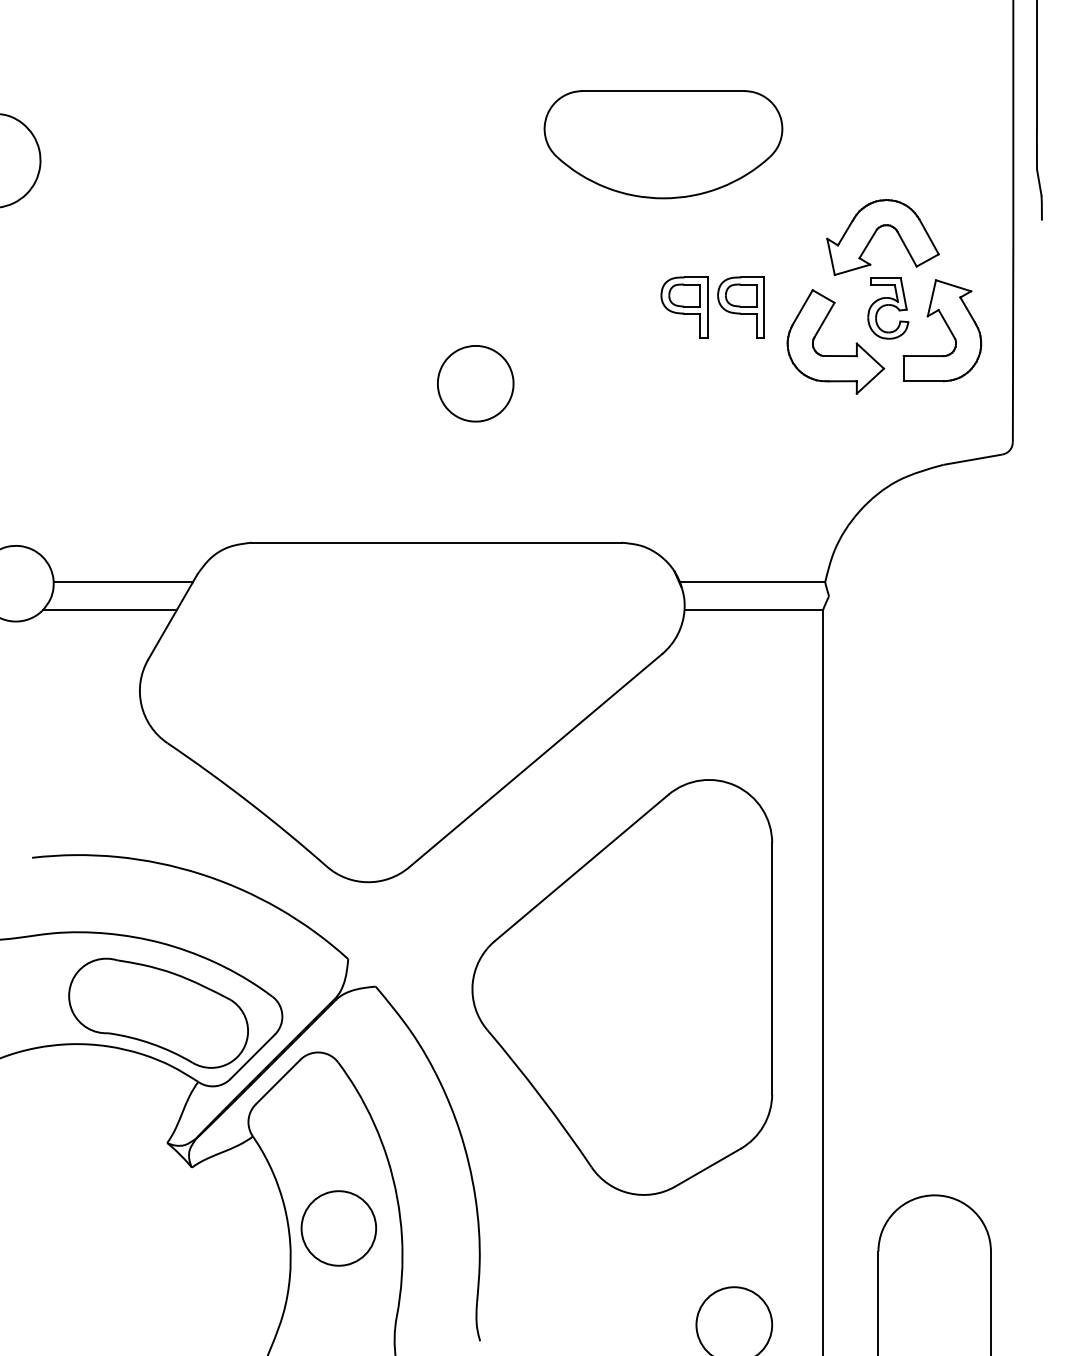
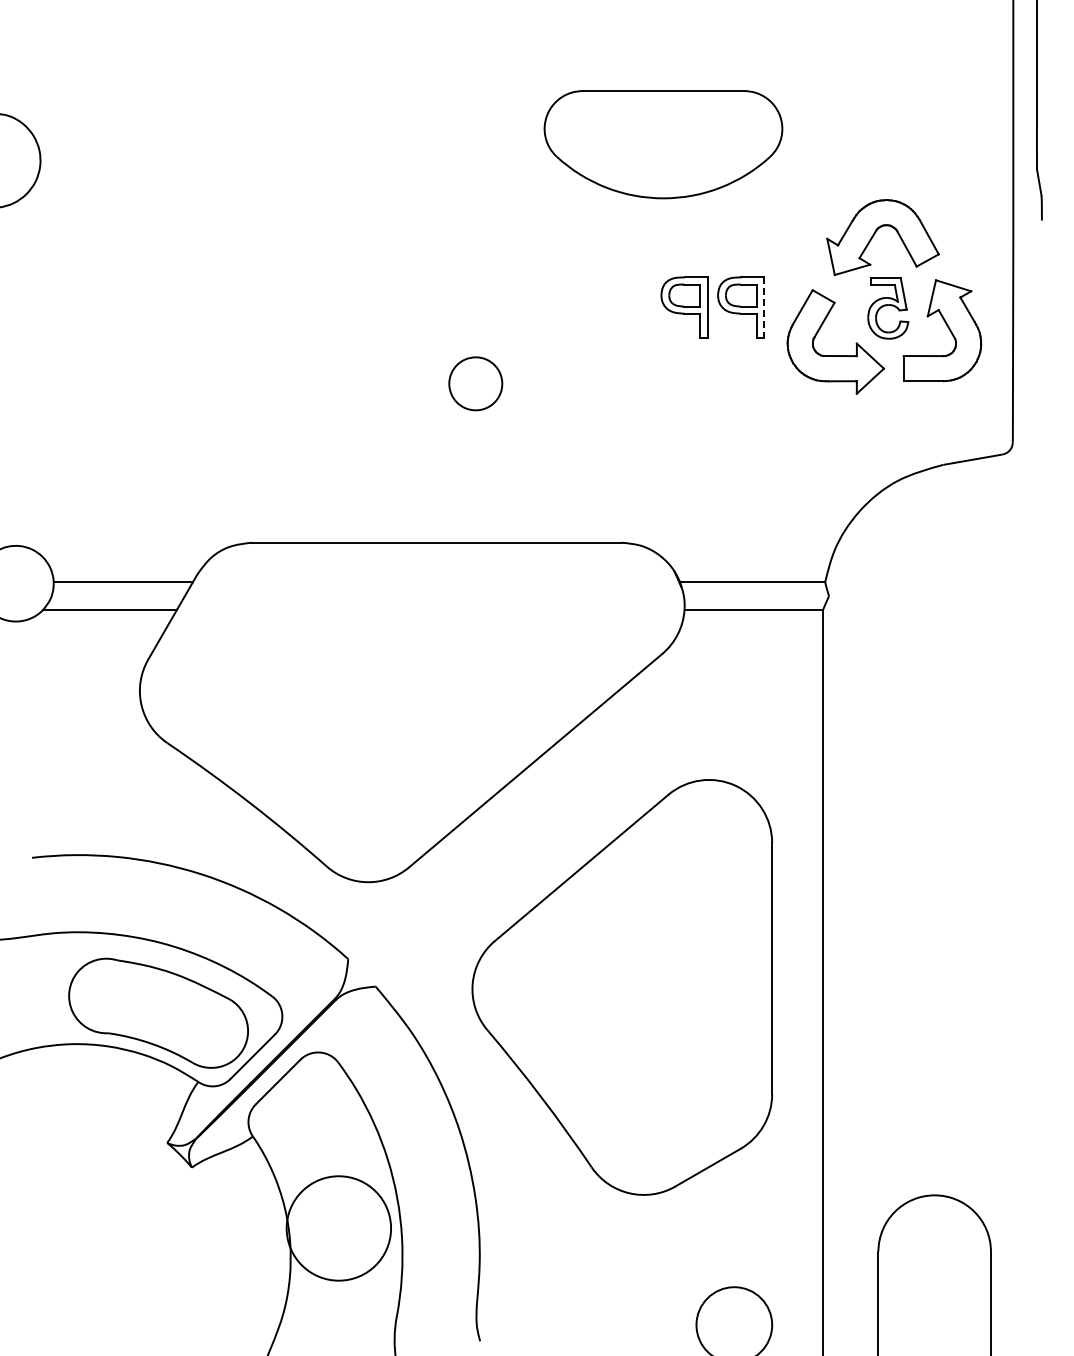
line at (764, 308): solid -> dashed
part at (475, 383) size: 78x78 px -> 56x56 px
circle at (338, 1228) diameter: 75 px -> 104 px
